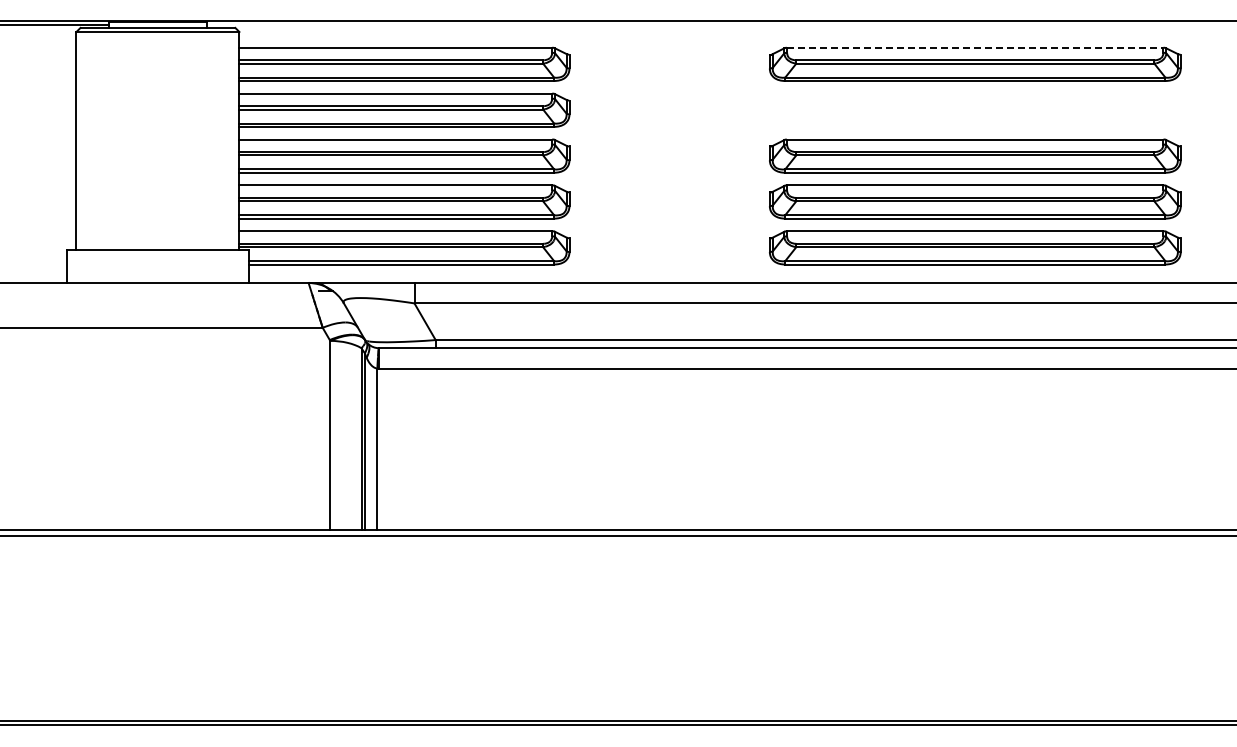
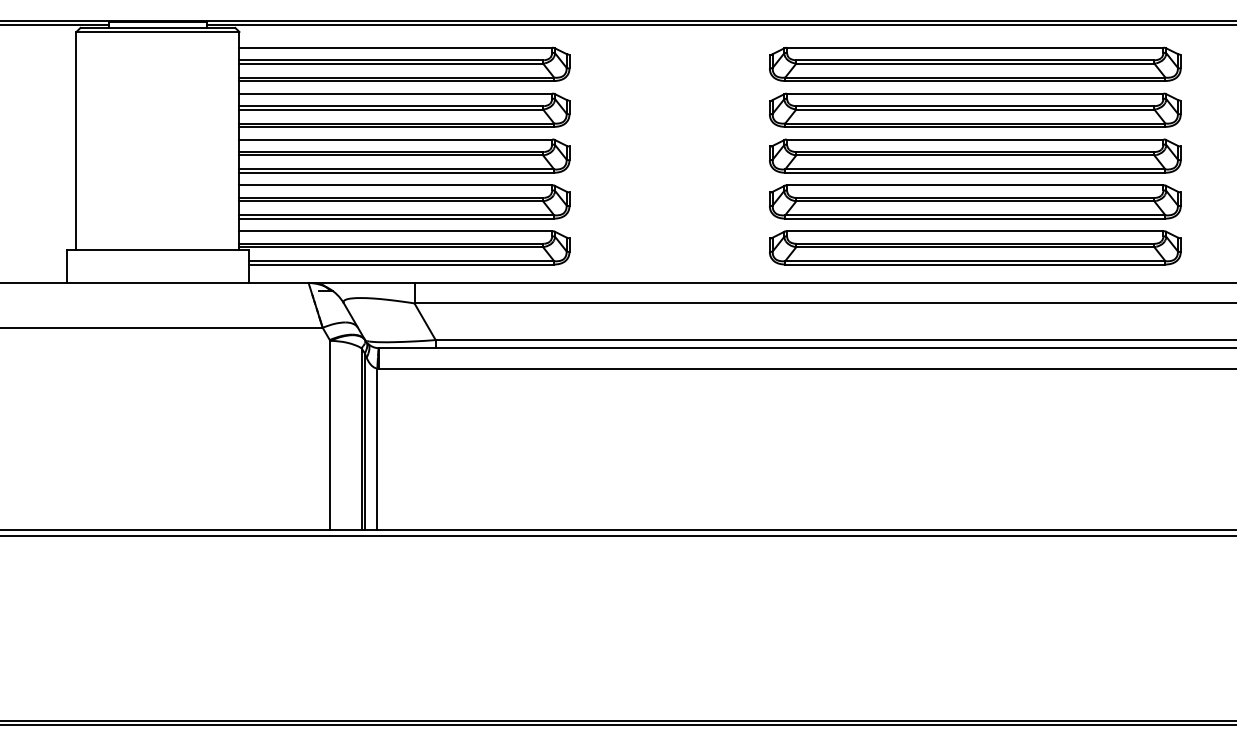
line at (719, 24): none -> present
line at (975, 47): dashed -> solid
part at (975, 109): none -> present
